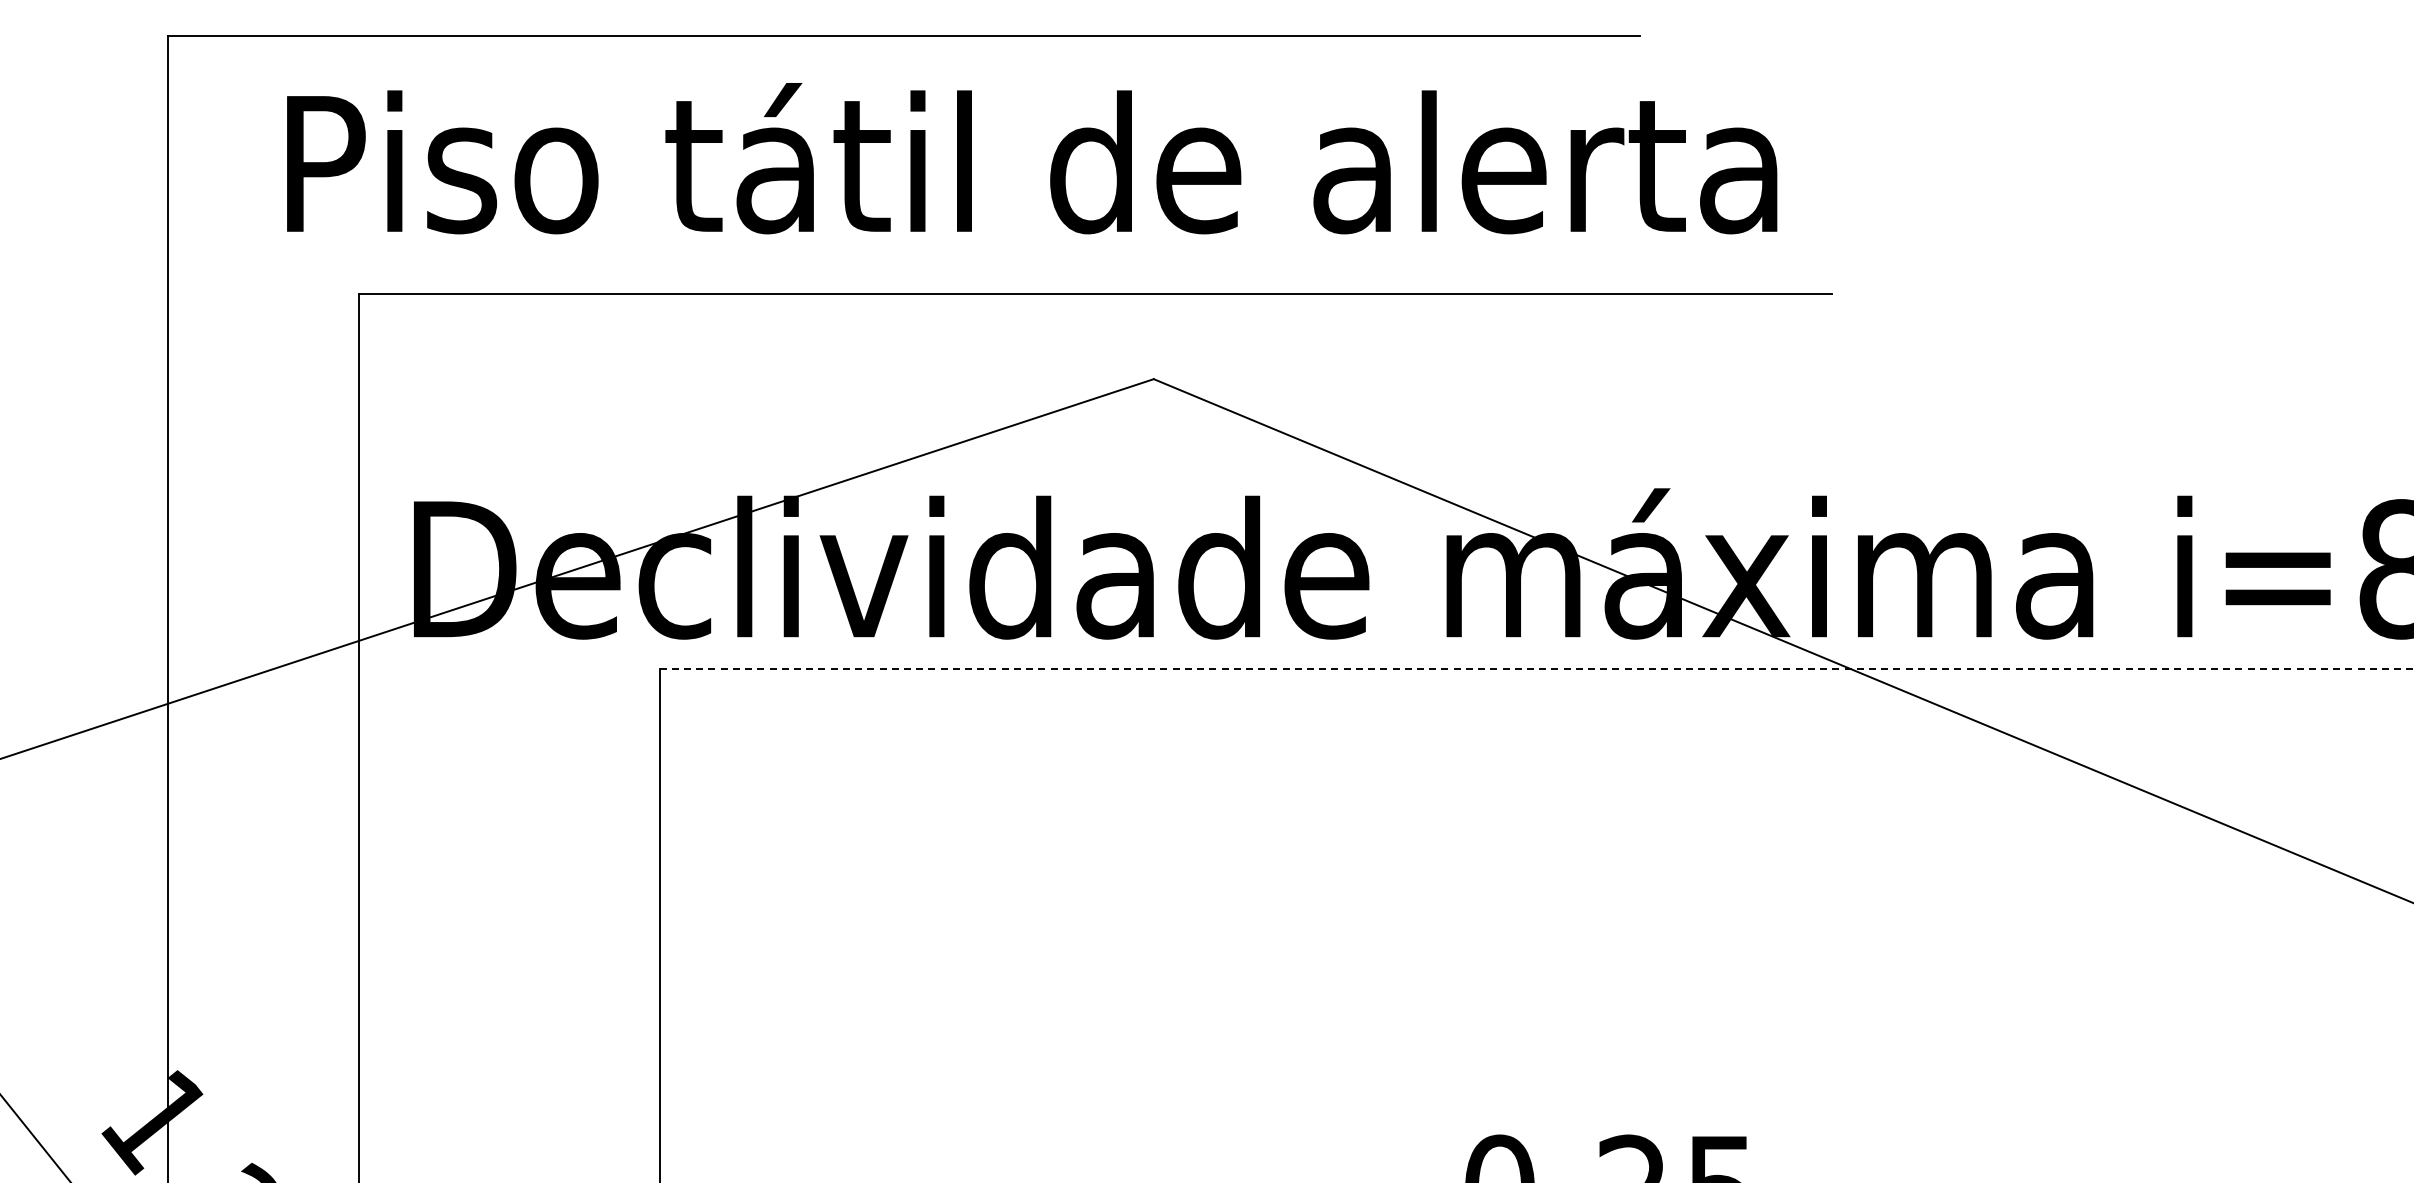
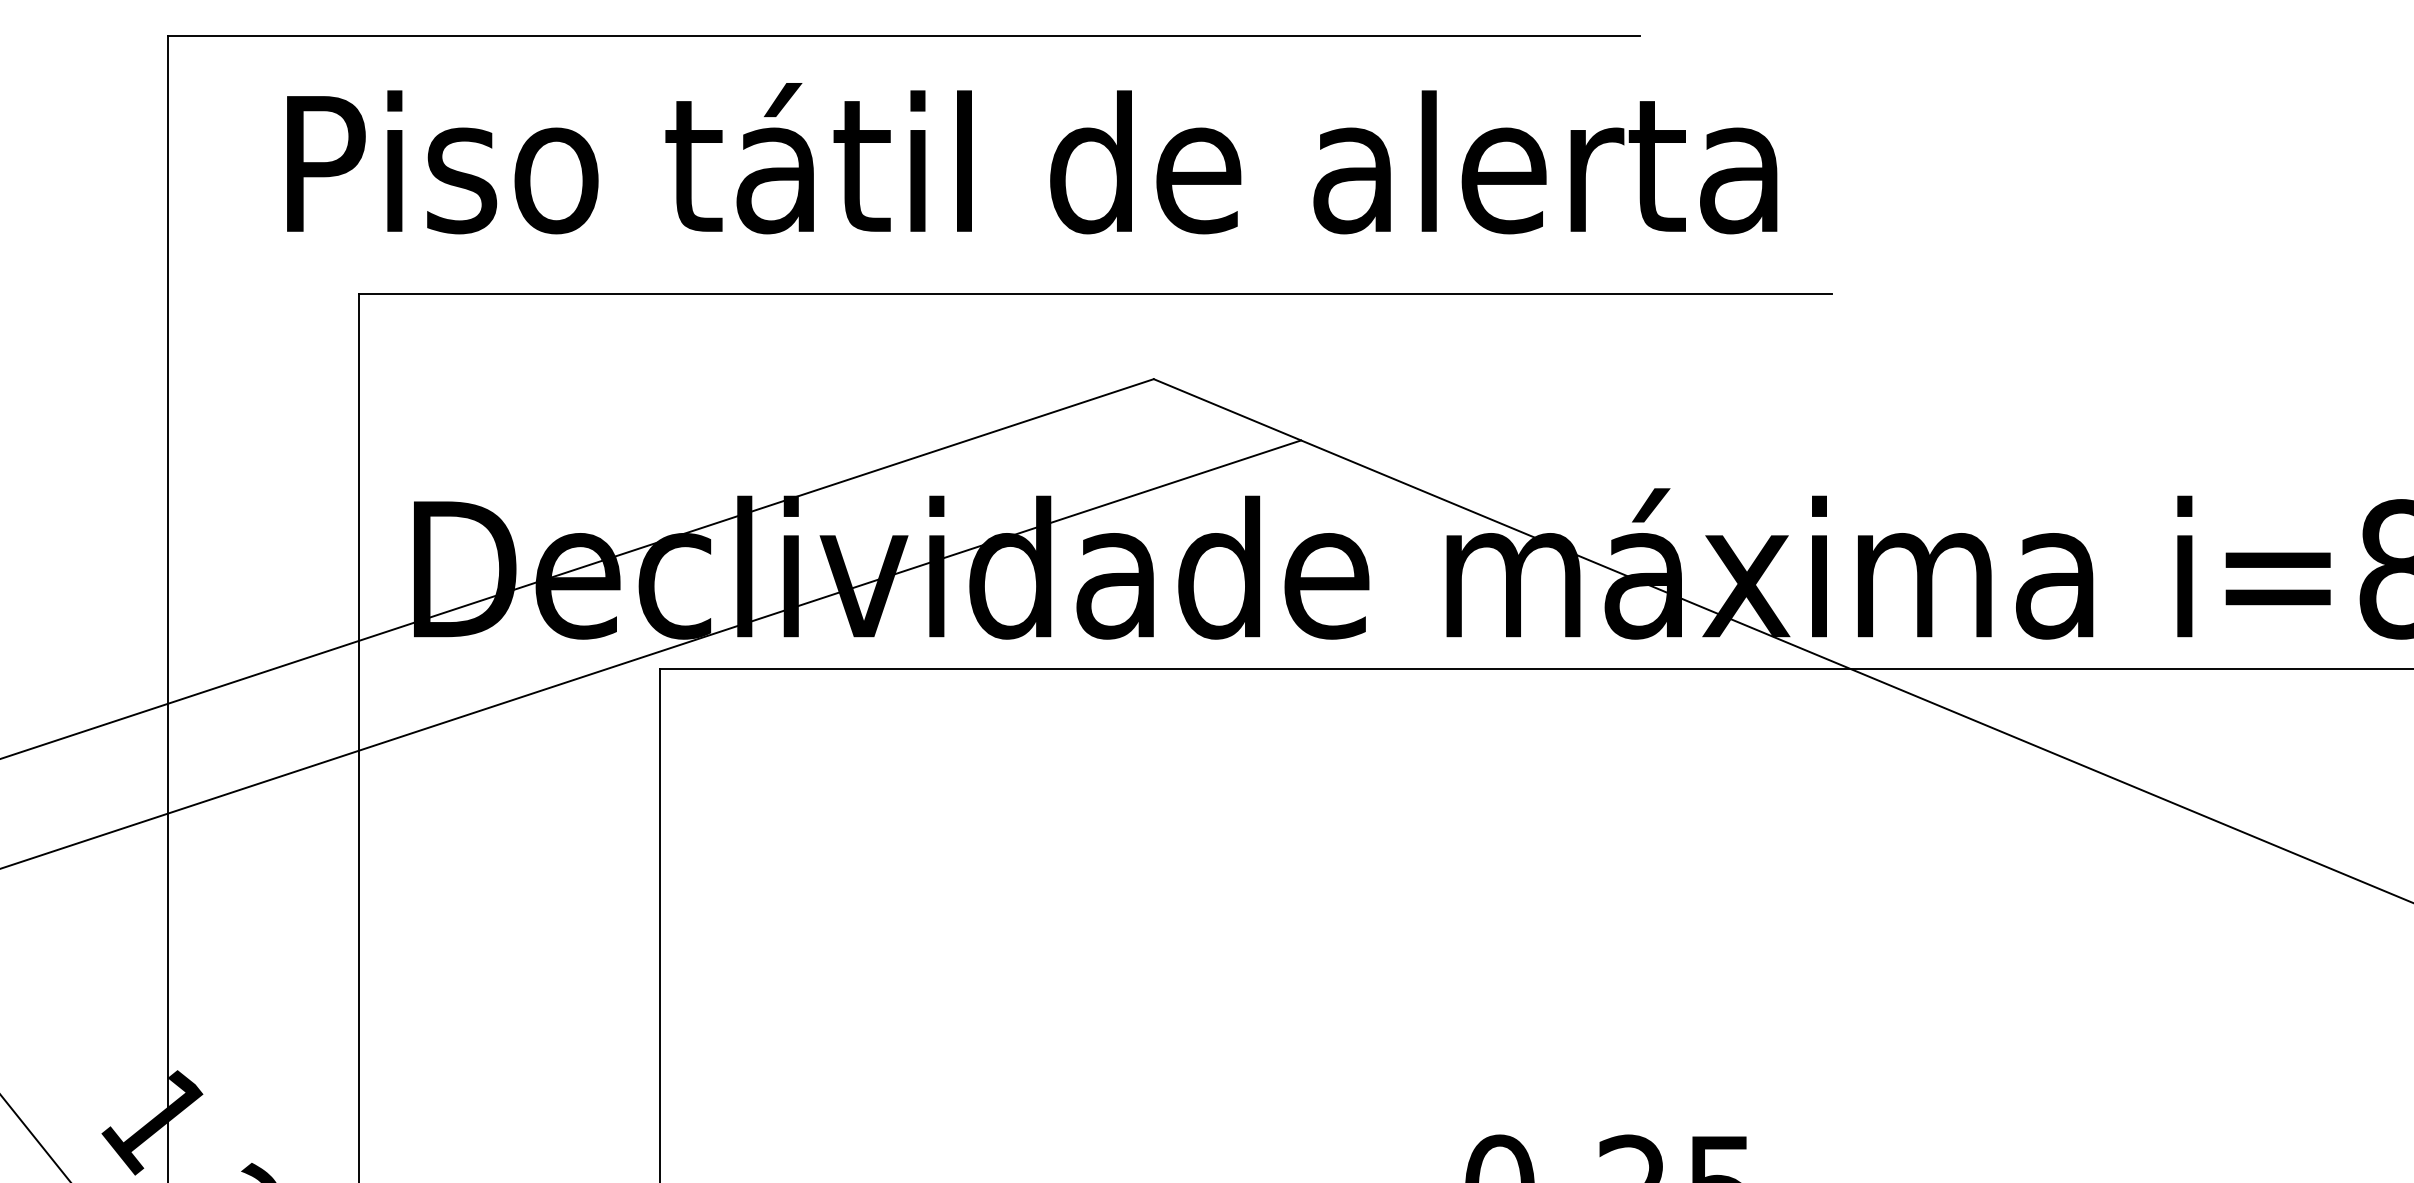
line at (651, 654): none -> present
line at (1536, 668): dashed -> solid
